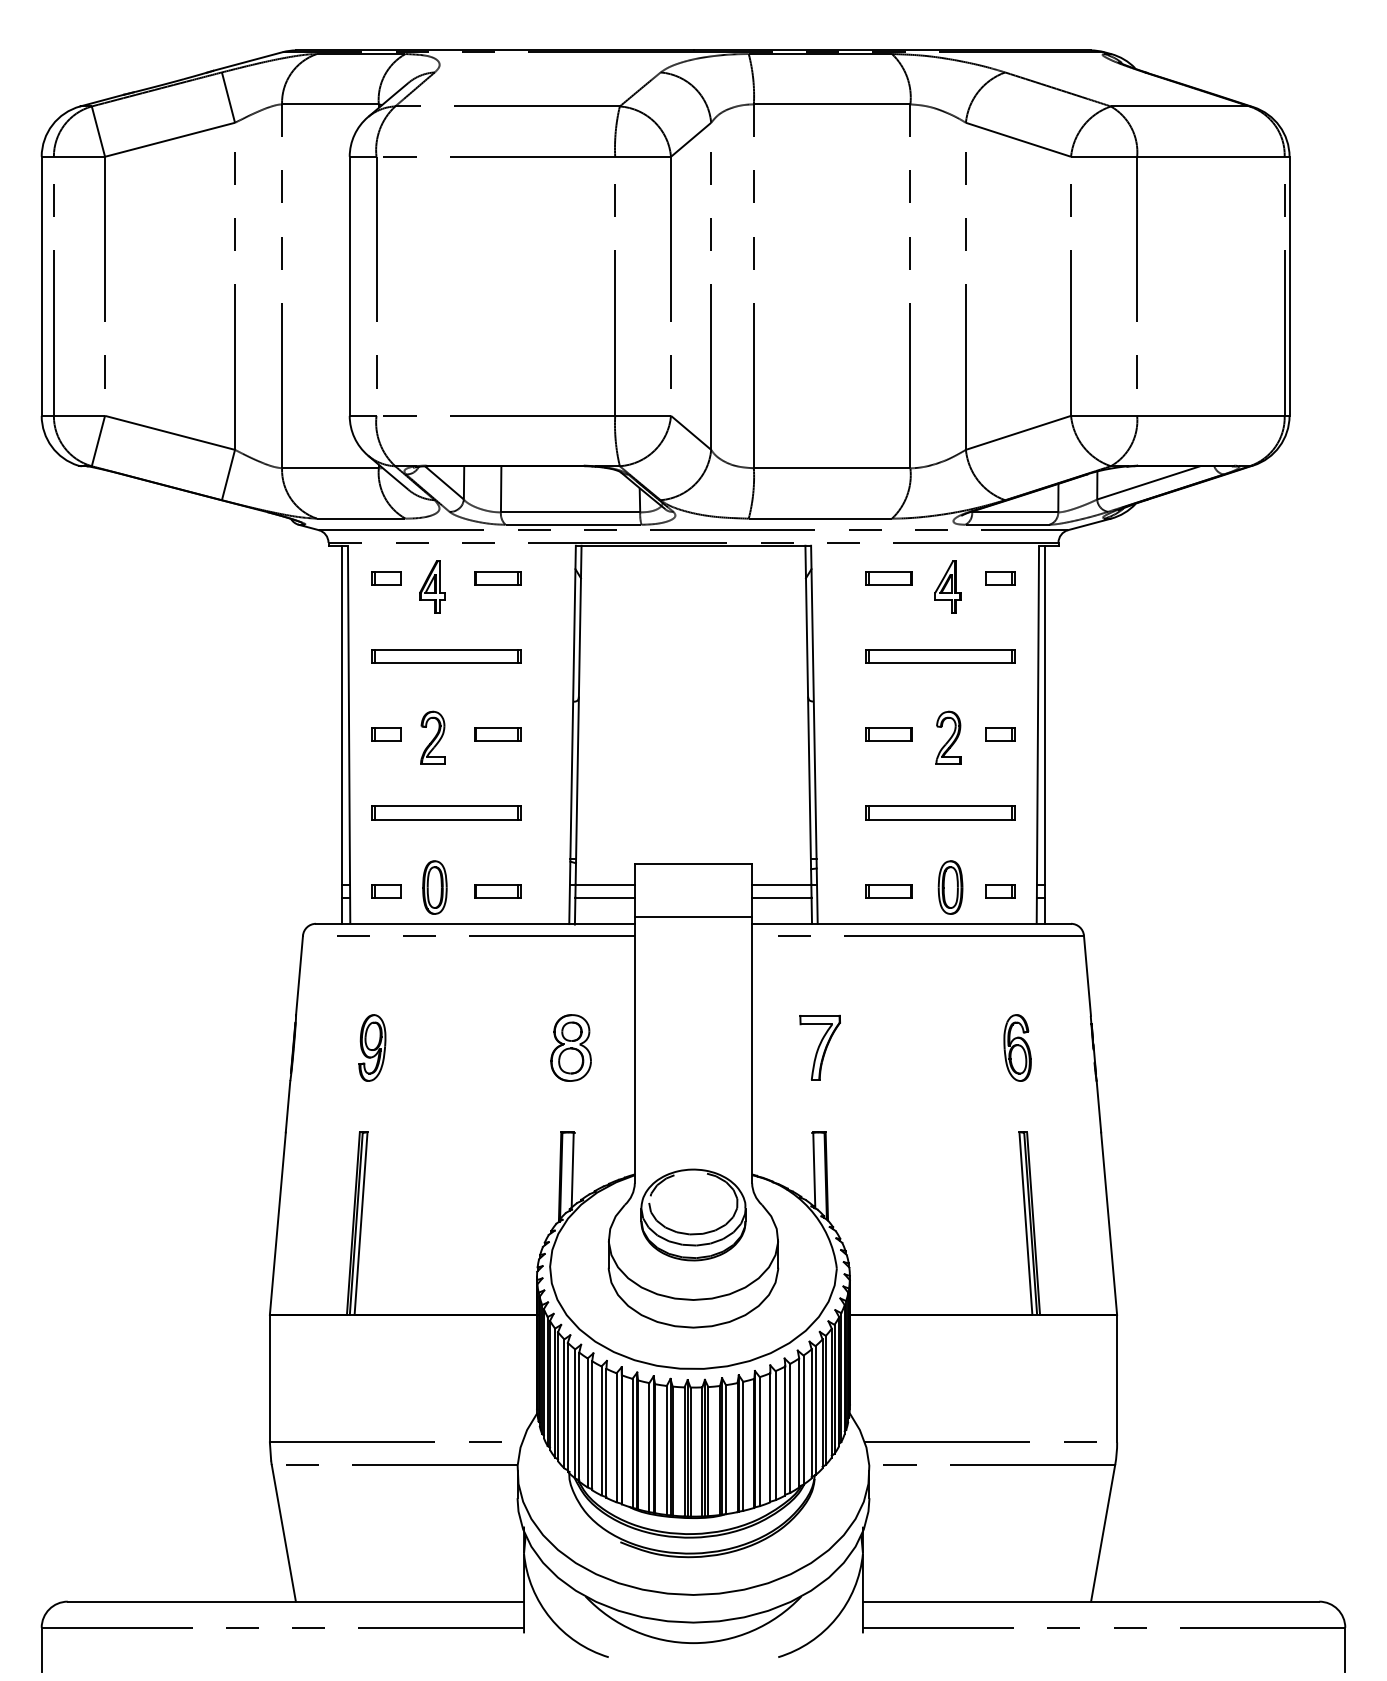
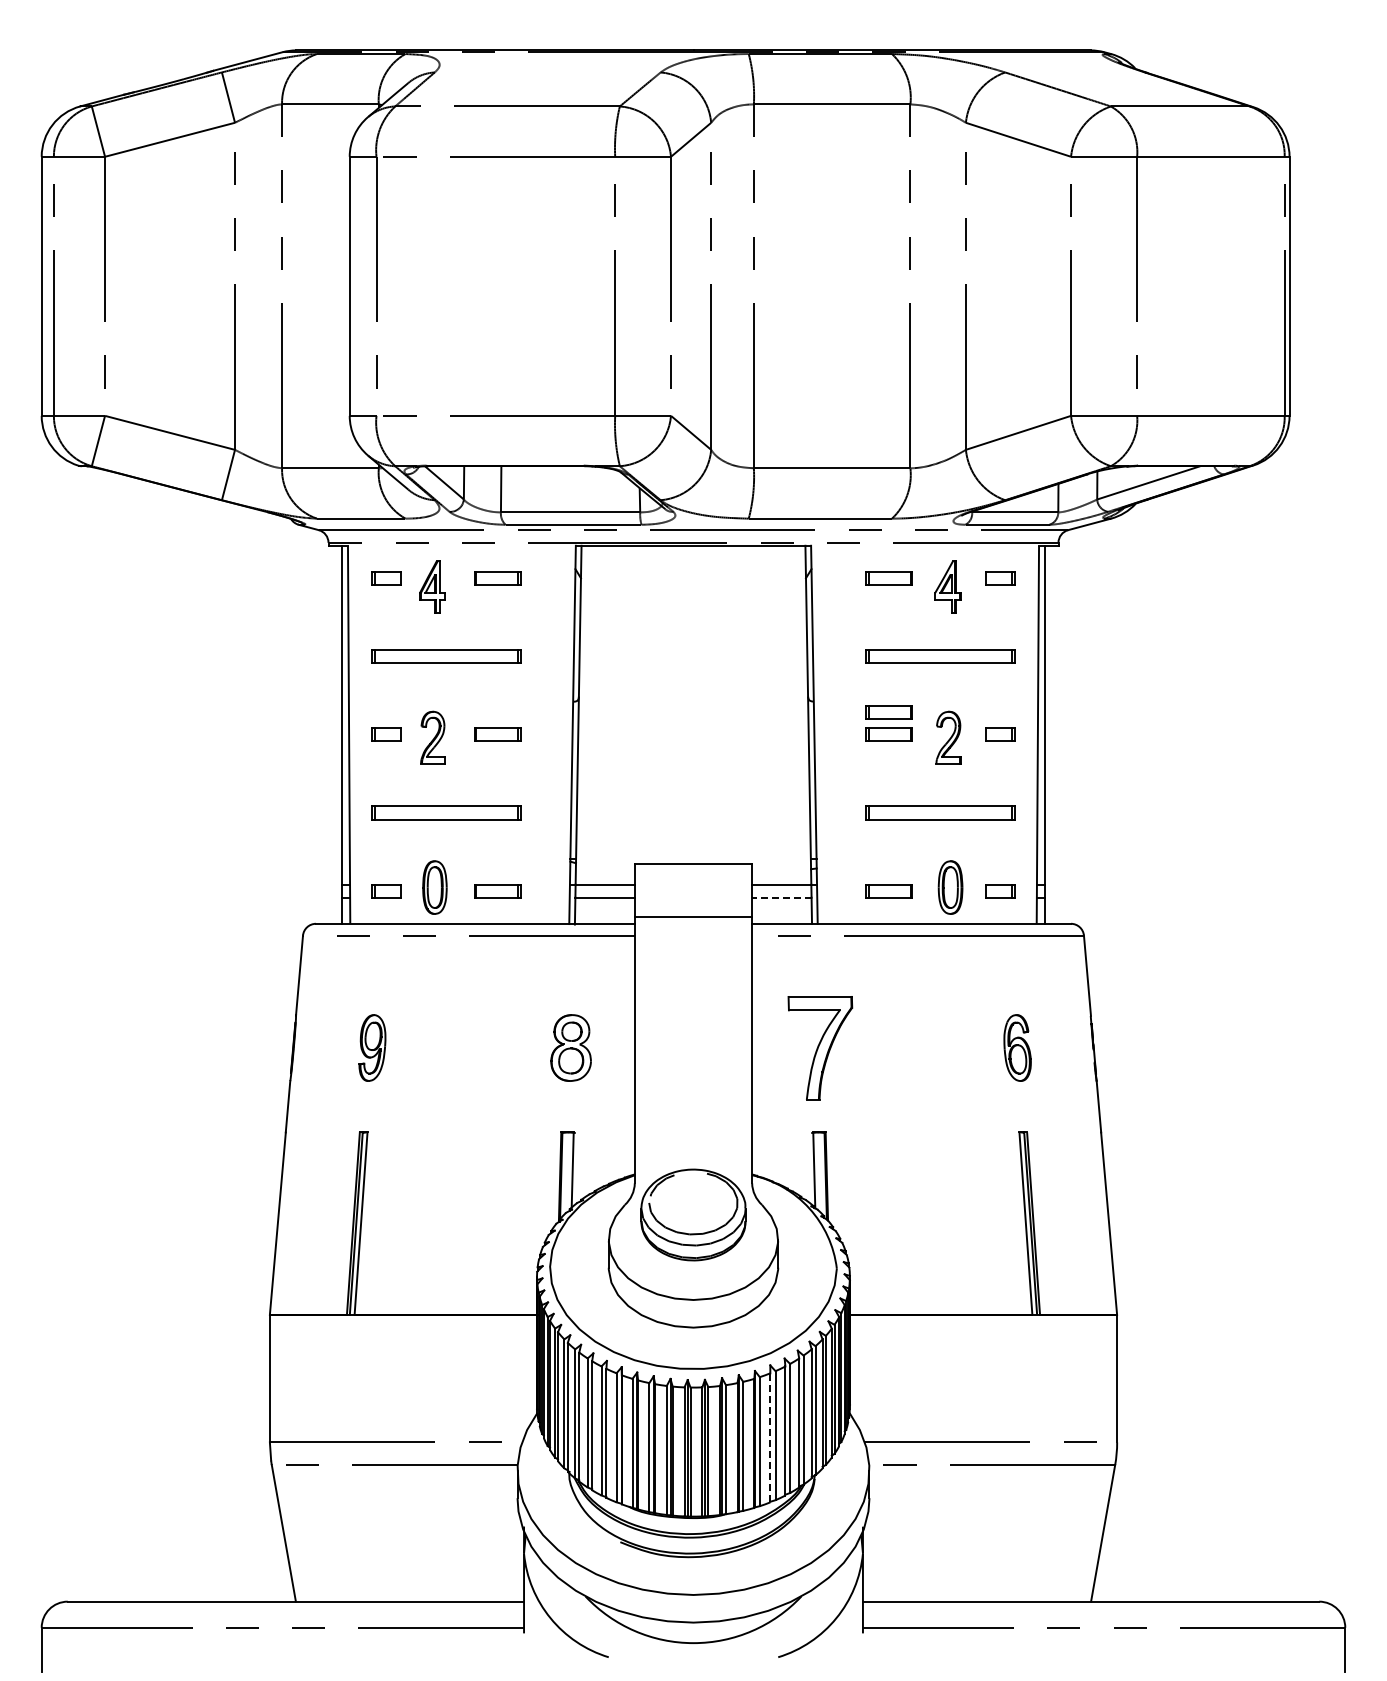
part at (888, 712): none -> present
line at (781, 897): solid -> dashed
part at (819, 1047) size: 42x67 px -> 67x105 px
line at (770, 1437): solid -> dashed
